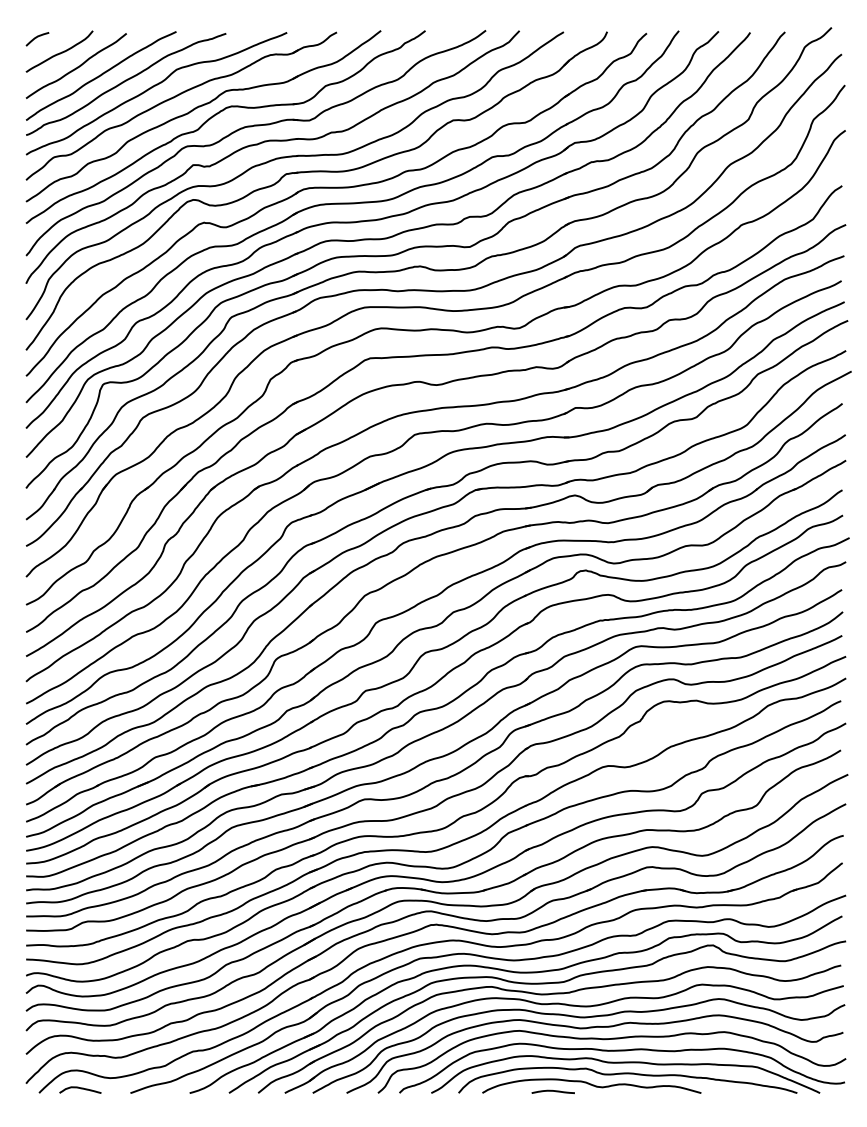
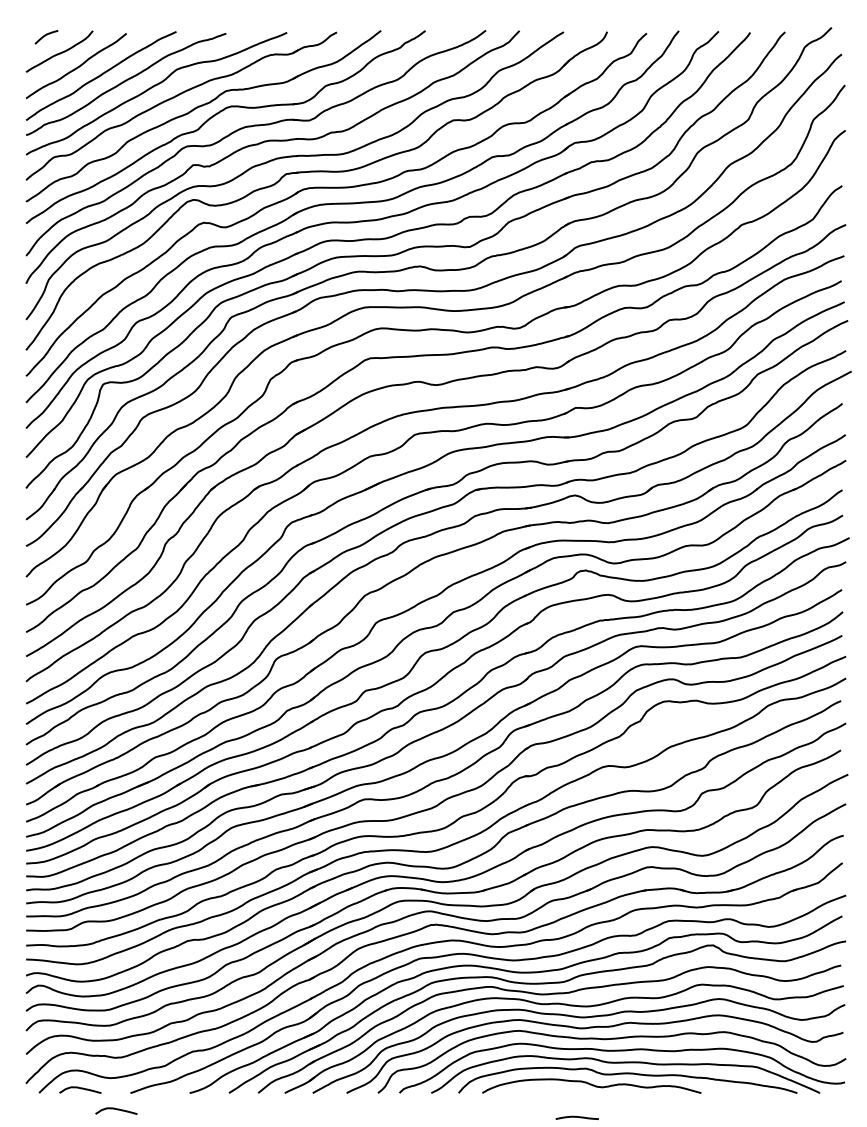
curve at (36, 38) position: (36, 38) -> (45, 36)
curve at (552, 1091) position: (552, 1091) -> (576, 1117)
curve at (116, 1110): none -> present
